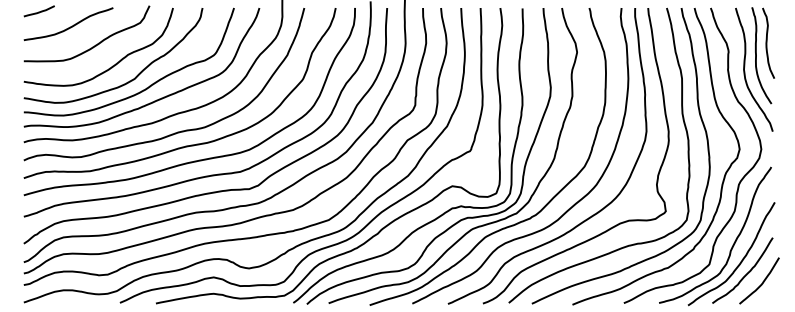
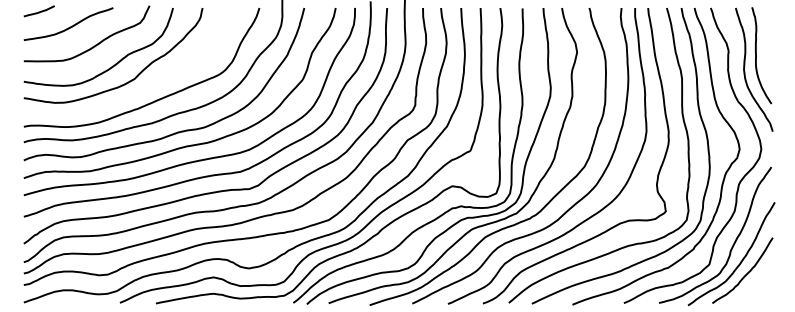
curve at (767, 42): present -> none
curve at (146, 87): present -> none
curve at (762, 281): present -> none
